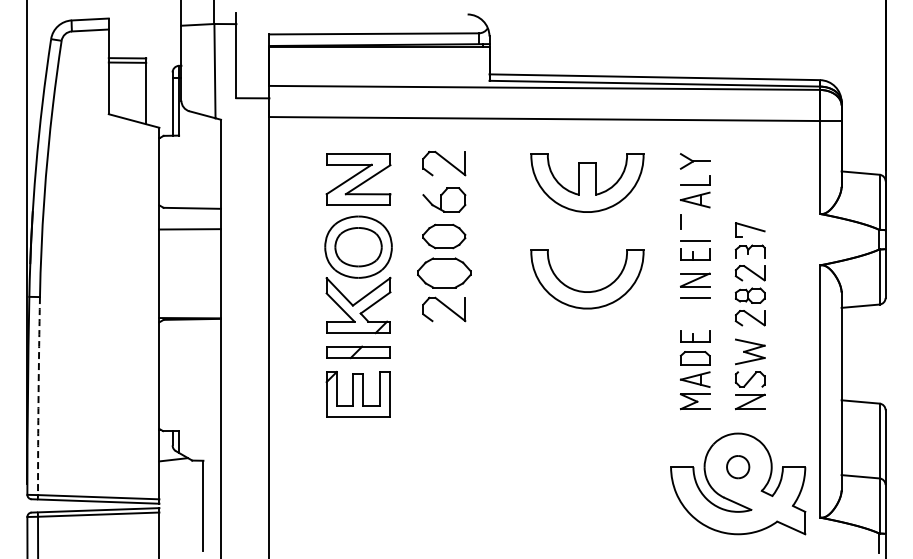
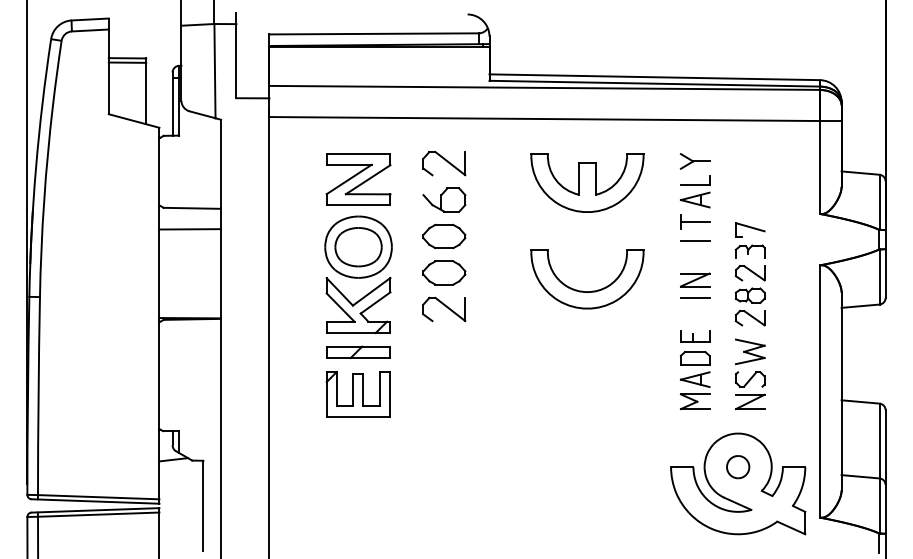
line at (694, 222): none -> present
part at (695, 254): present -> none
part at (444, 272) size: 55x32 px -> 45x26 px
arc at (38, 396): dashed -> solid
